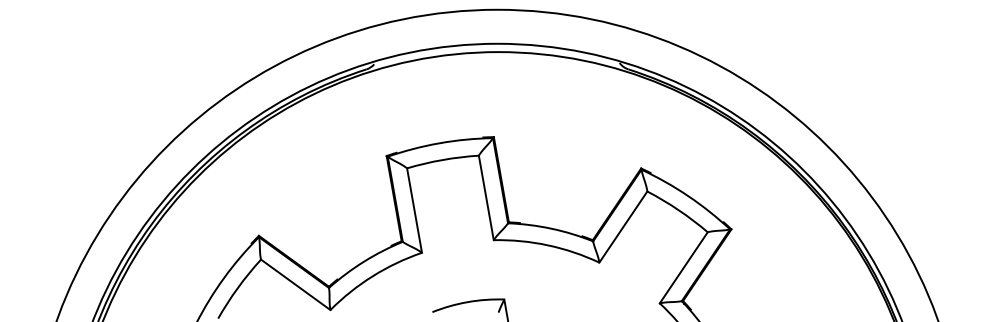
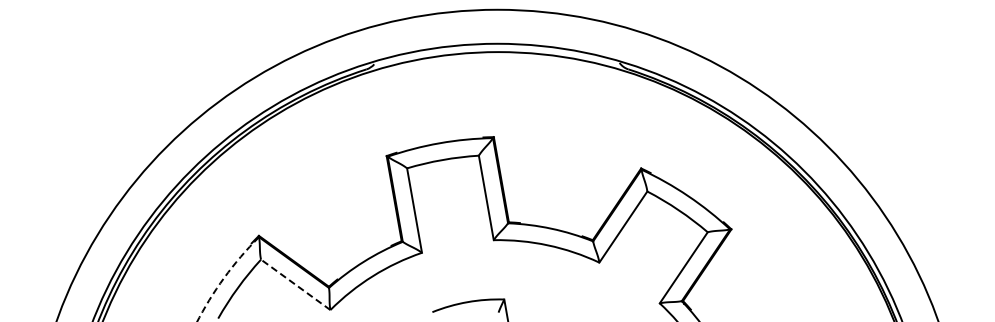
arc at (224, 277): solid -> dashed
line at (295, 284): solid -> dashed
